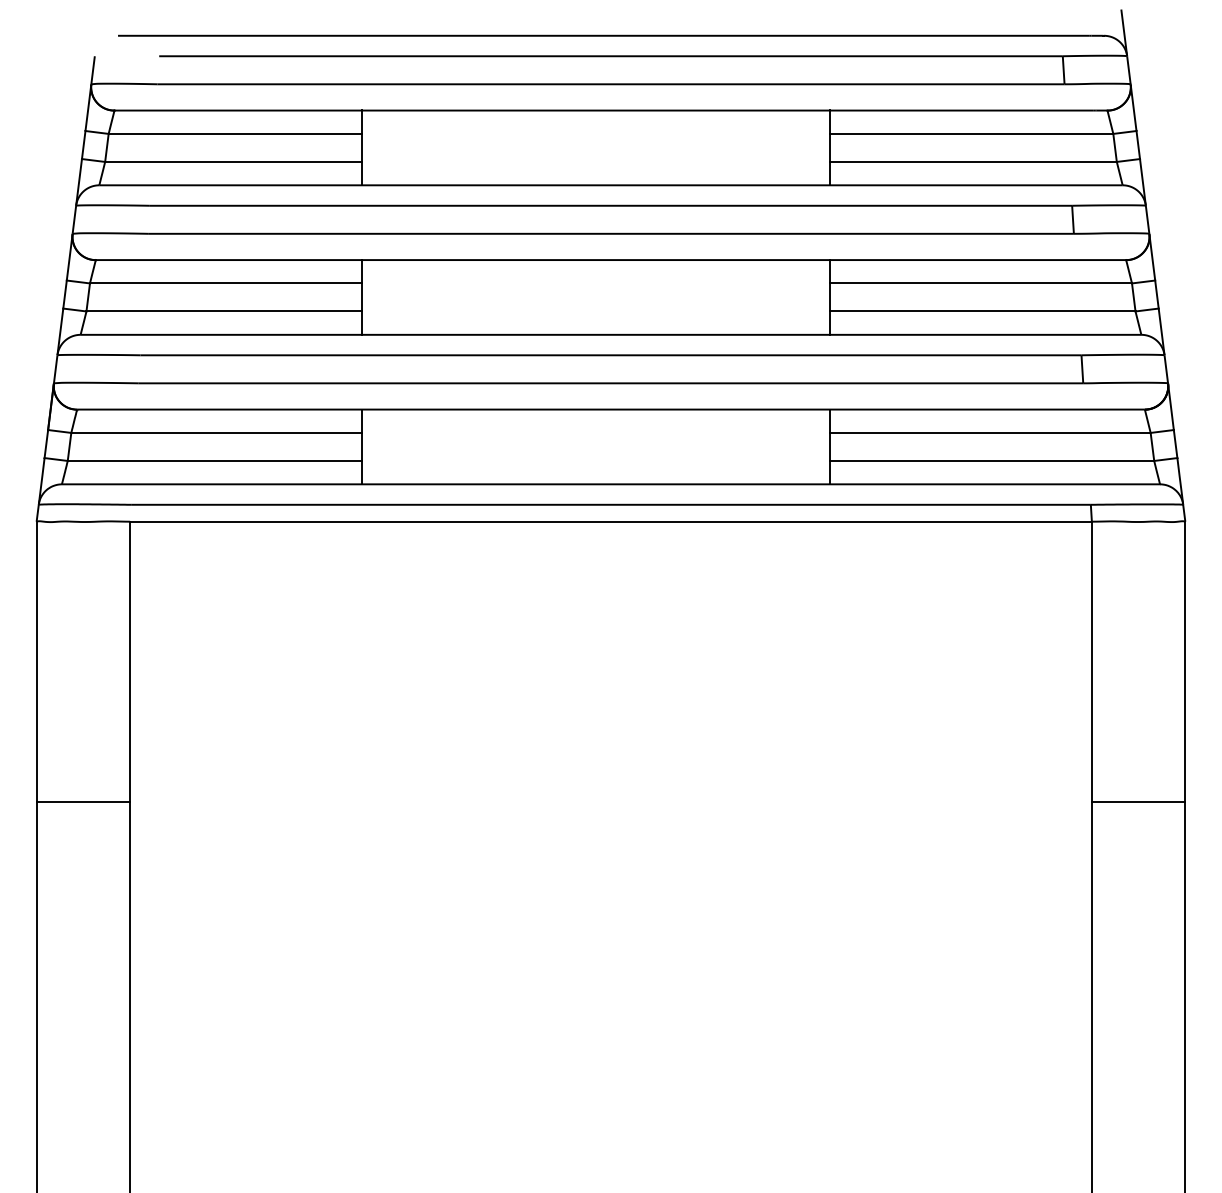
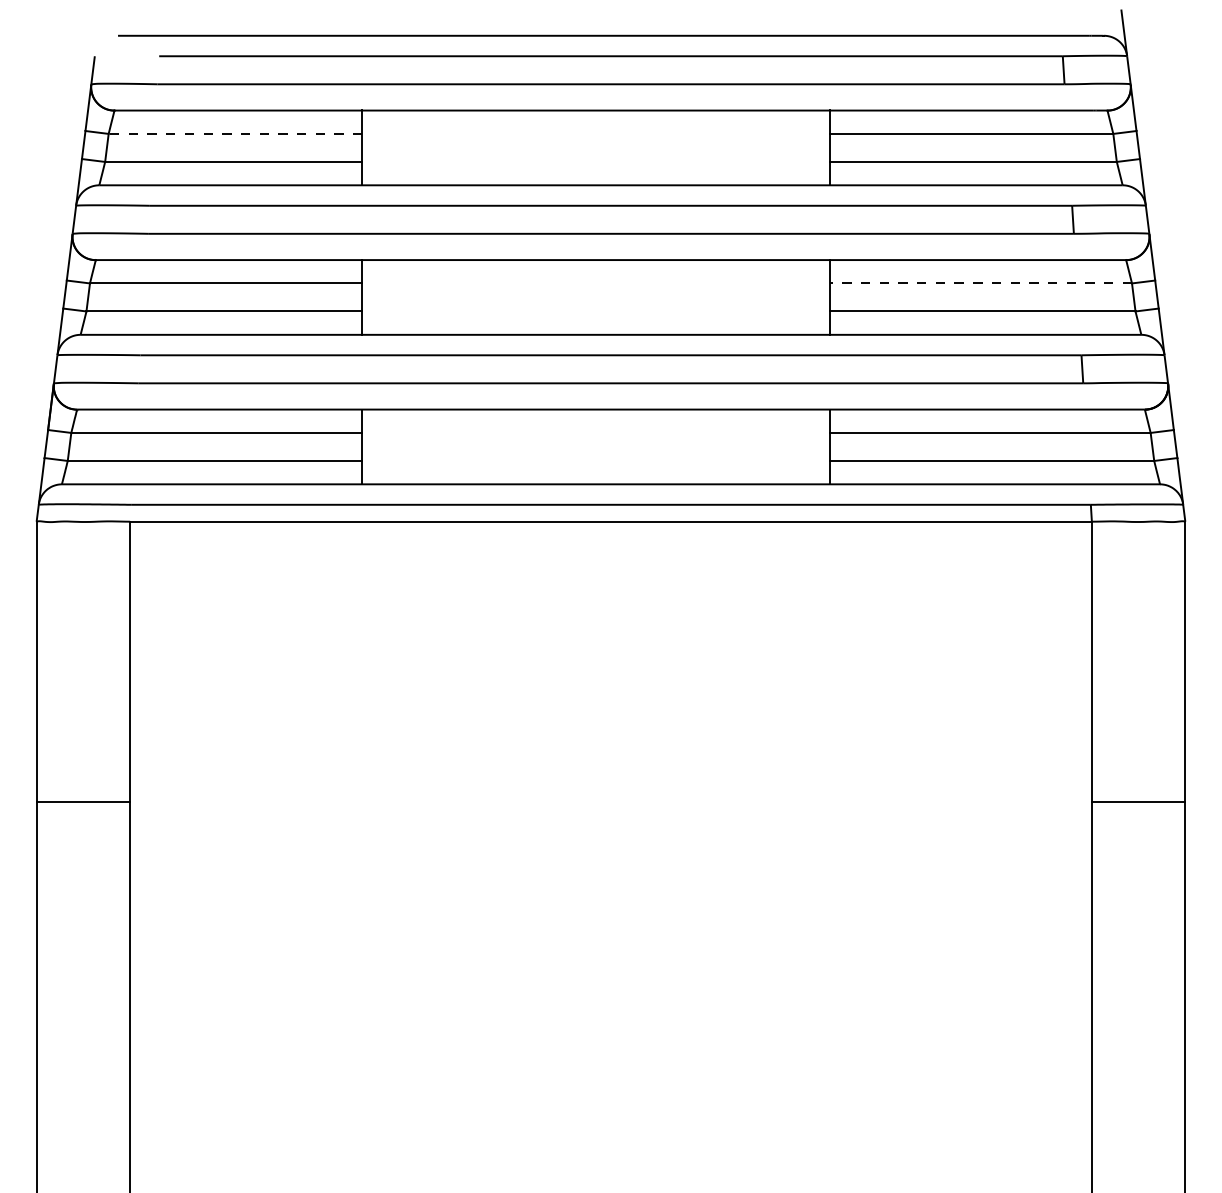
line at (235, 133): solid -> dashed
line at (980, 283): solid -> dashed
